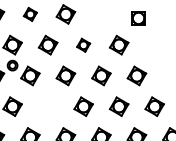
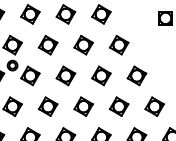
part at (29, 13) size: 16x16 px -> 21x21 px
part at (101, 14): none -> present
part at (138, 18) position: (138, 18) -> (165, 18)
part at (83, 44) size: 16x16 px -> 21x21 px
part at (47, 106): none -> present
